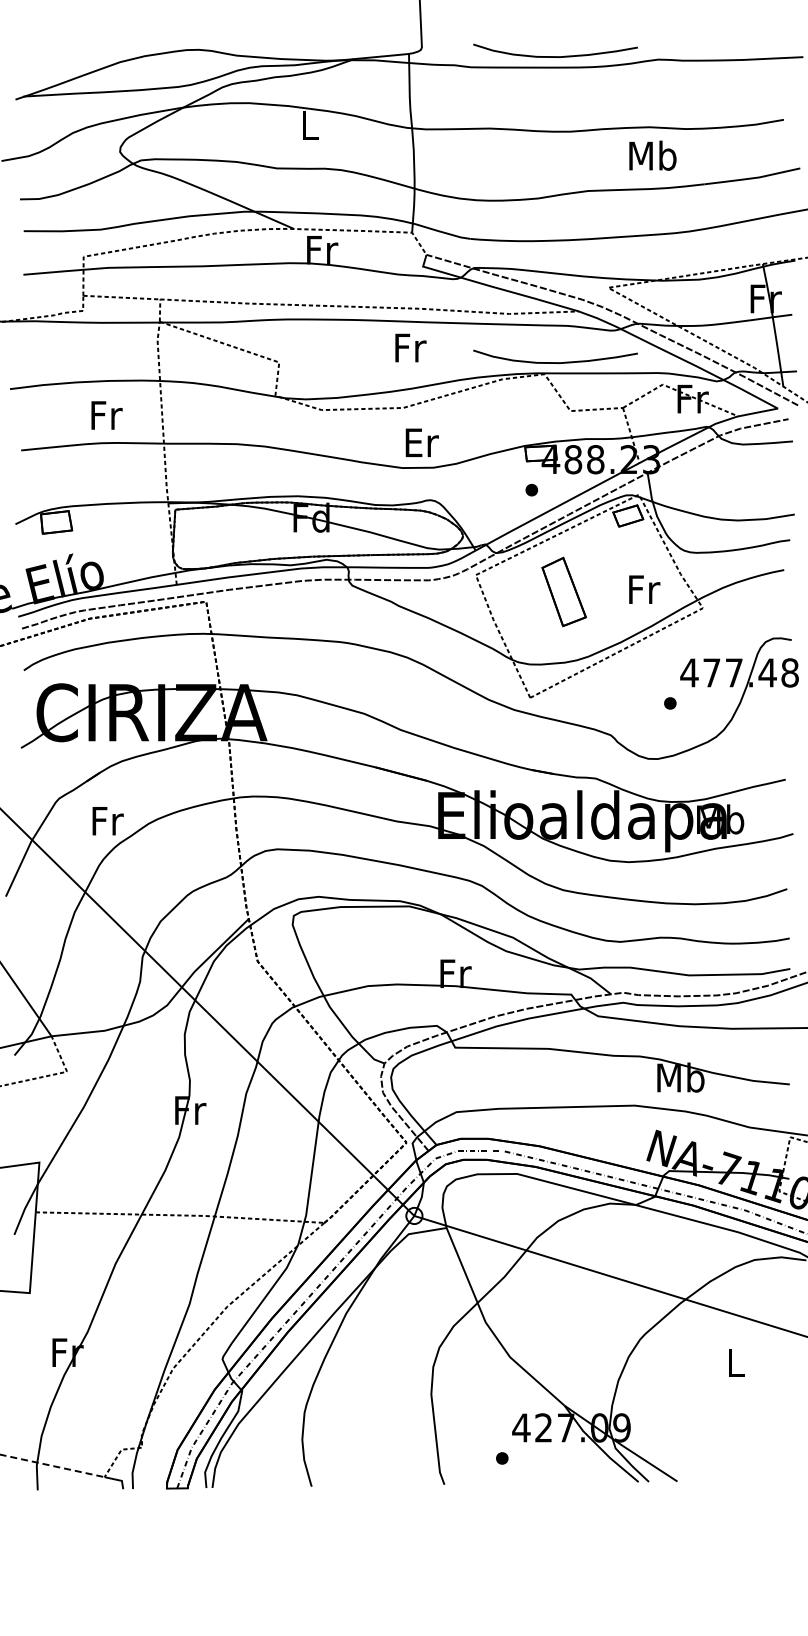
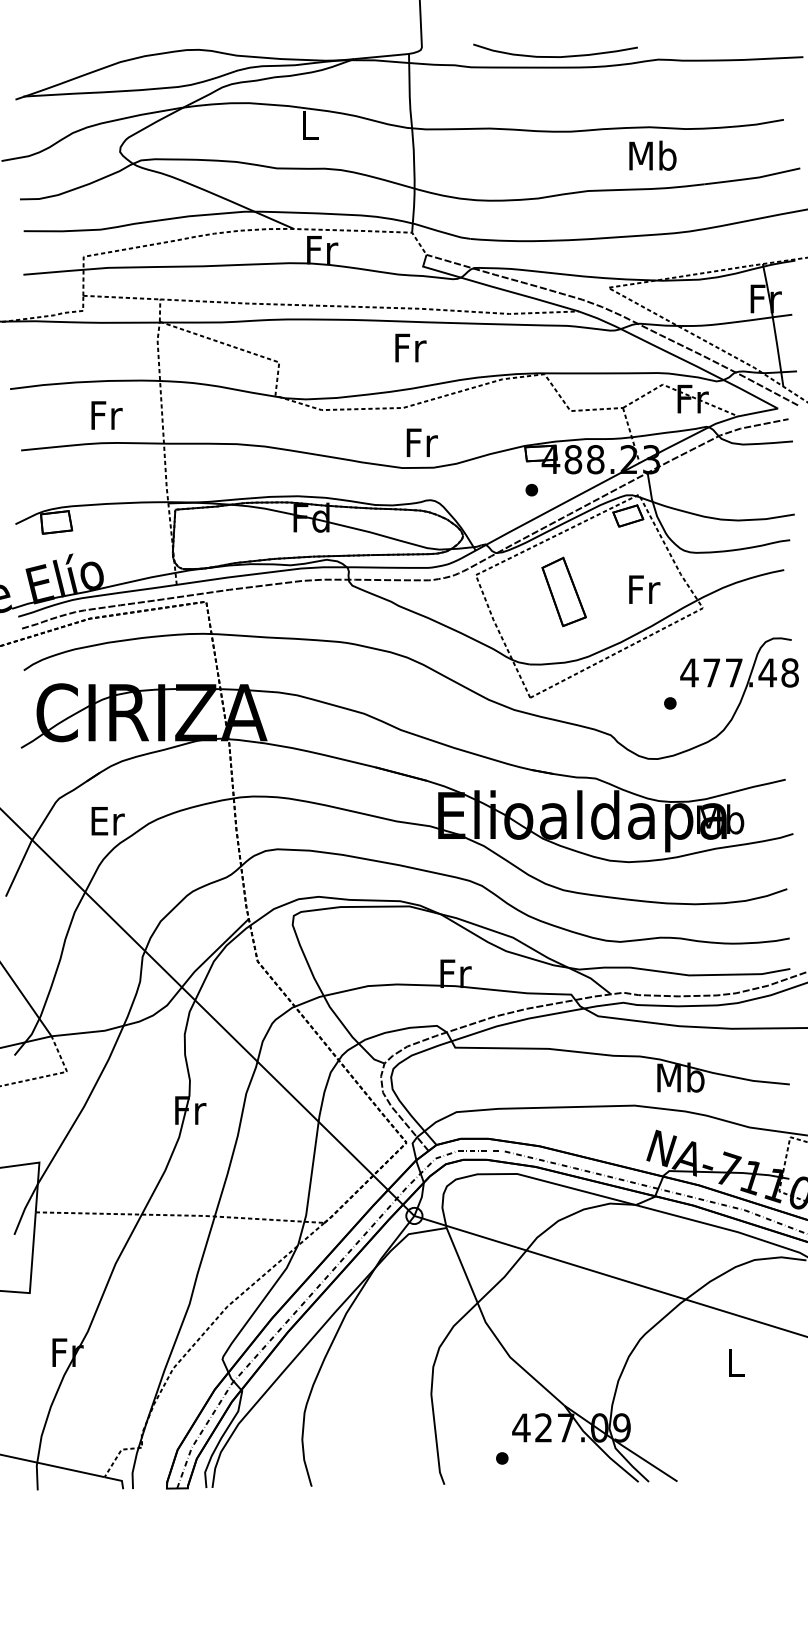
curve at (555, 362): present -> none
text at (421, 442): Er -> Fr
text at (107, 821): Fr -> Er
line at (52, 1466): dashed -> solid
